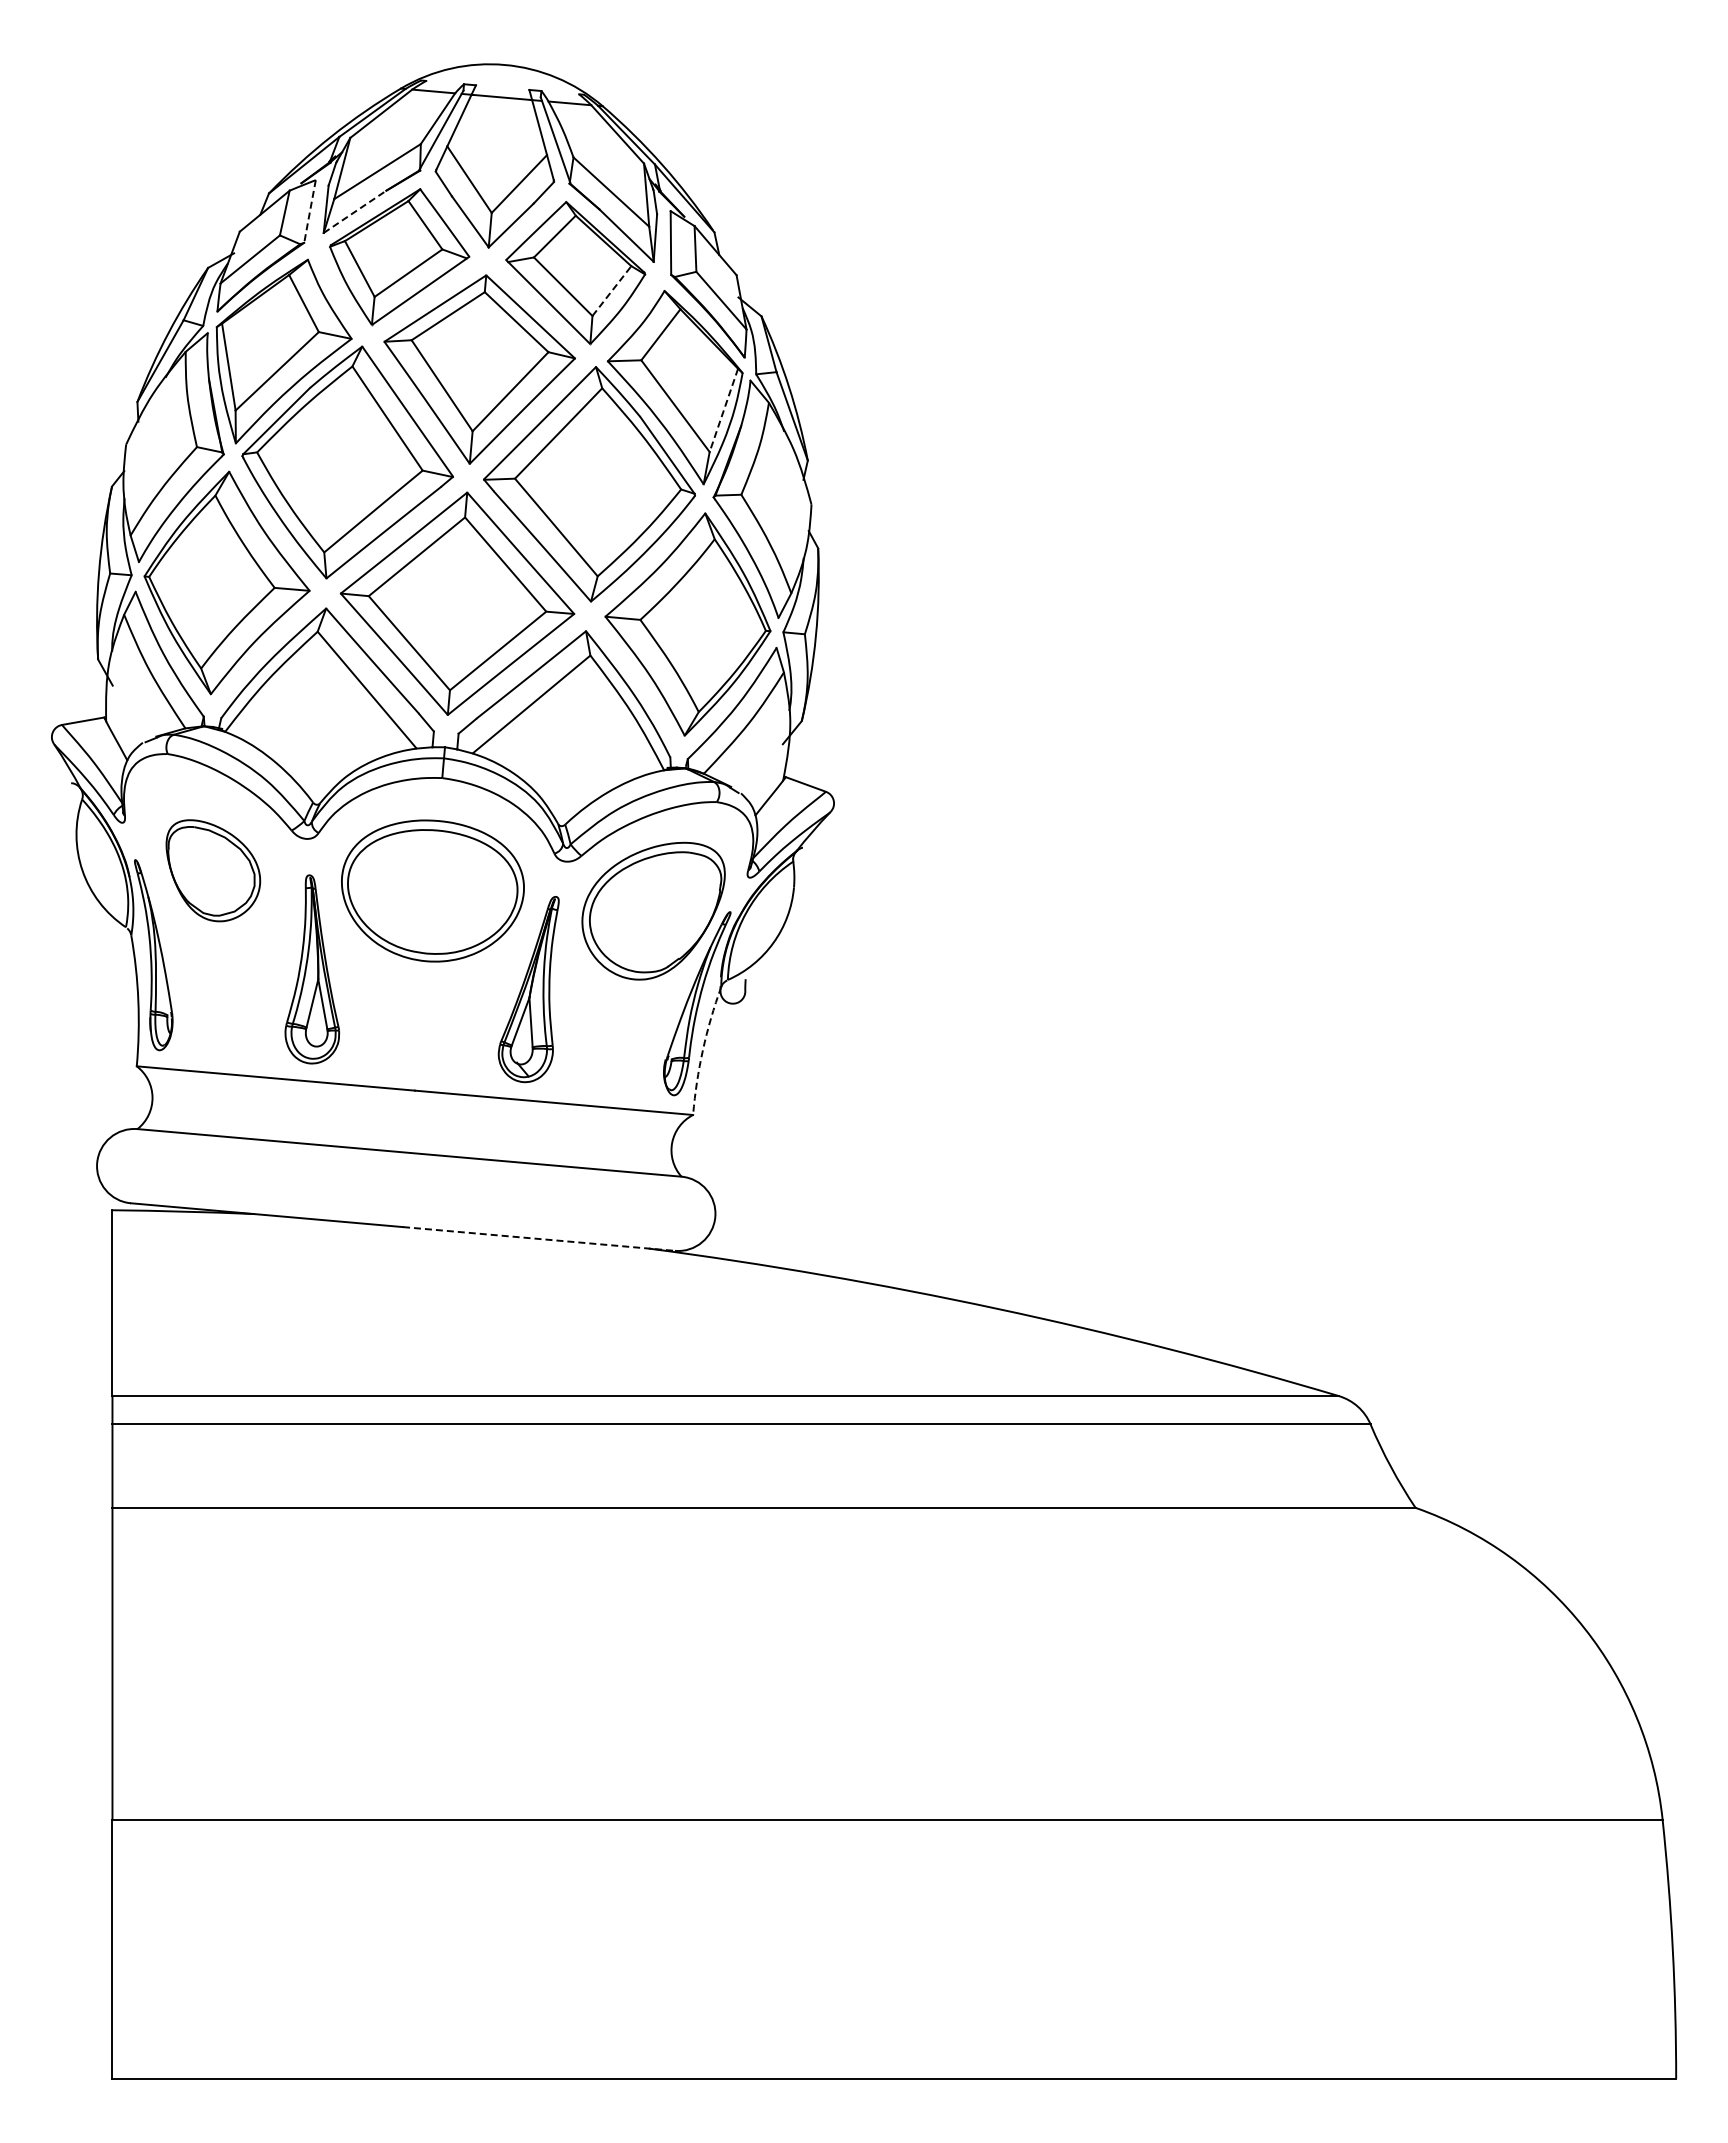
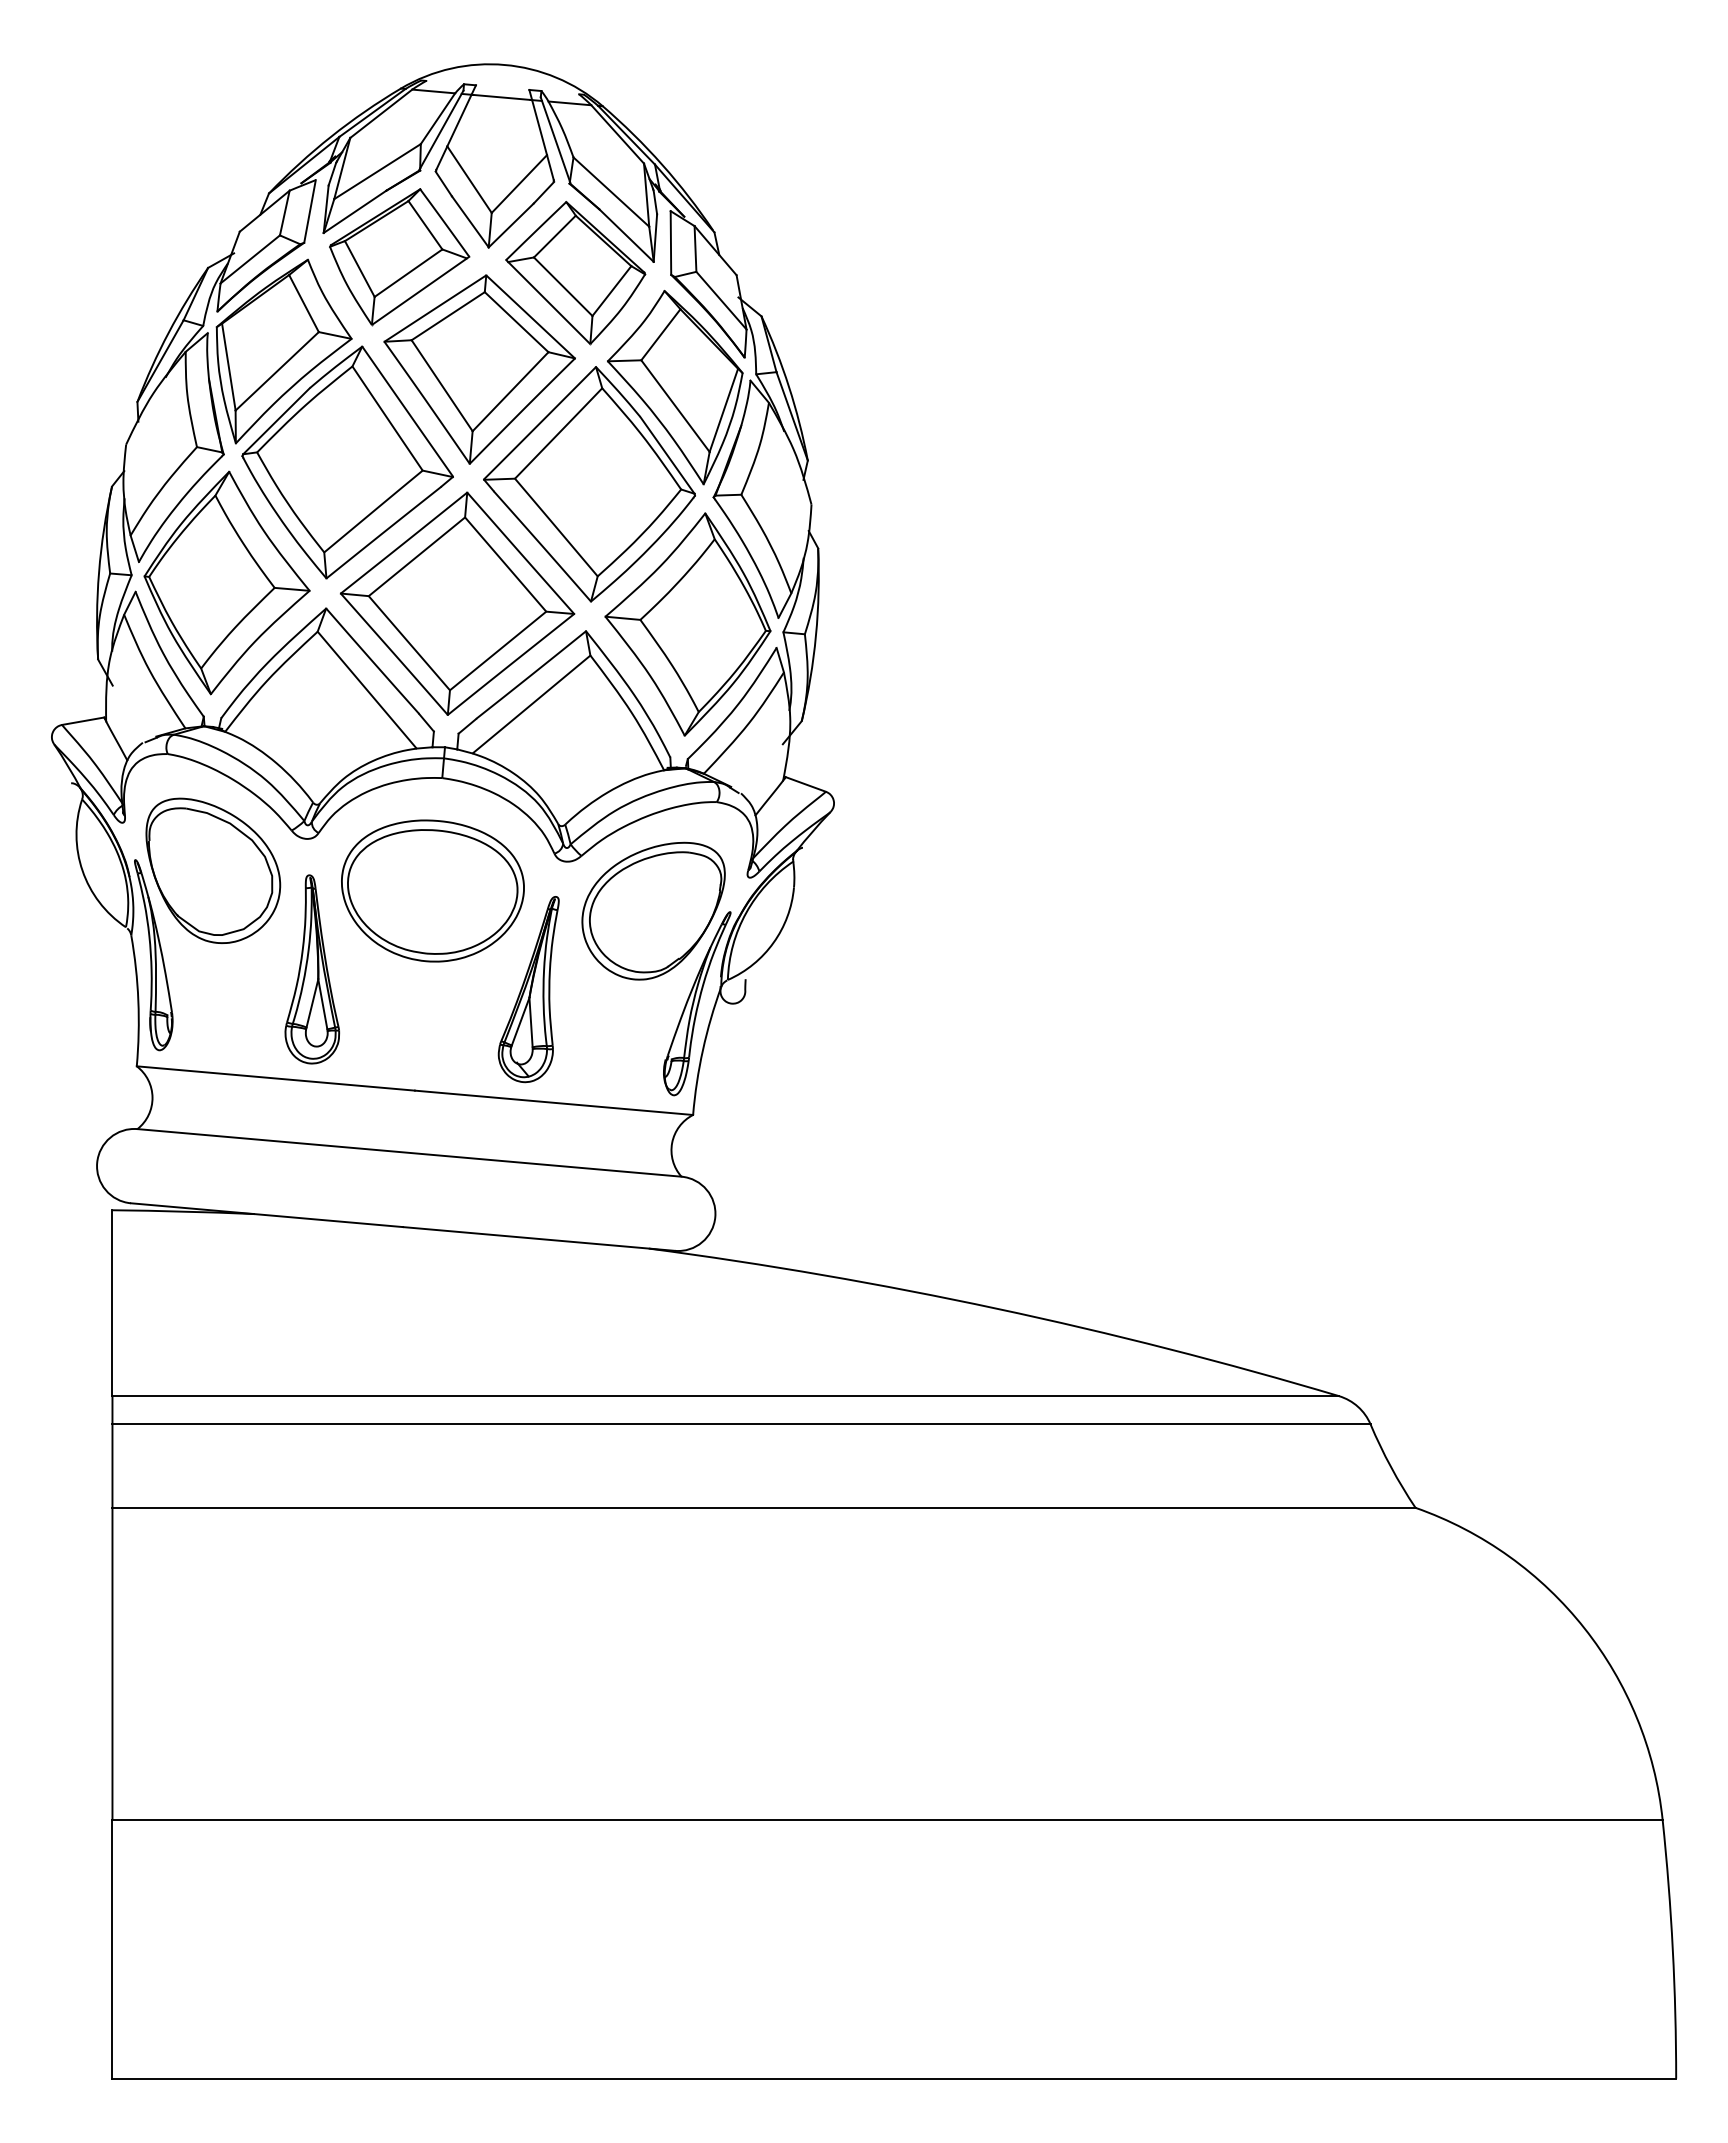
line at (310, 211): dashed -> solid
line at (355, 211): dashed -> solid
line at (611, 291): dashed -> solid
line at (723, 410): dashed -> solid
part at (213, 870) size: 97x104 px -> 137x147 px
arc at (702, 1050): dashed -> solid
line at (539, 1238): dashed -> solid
